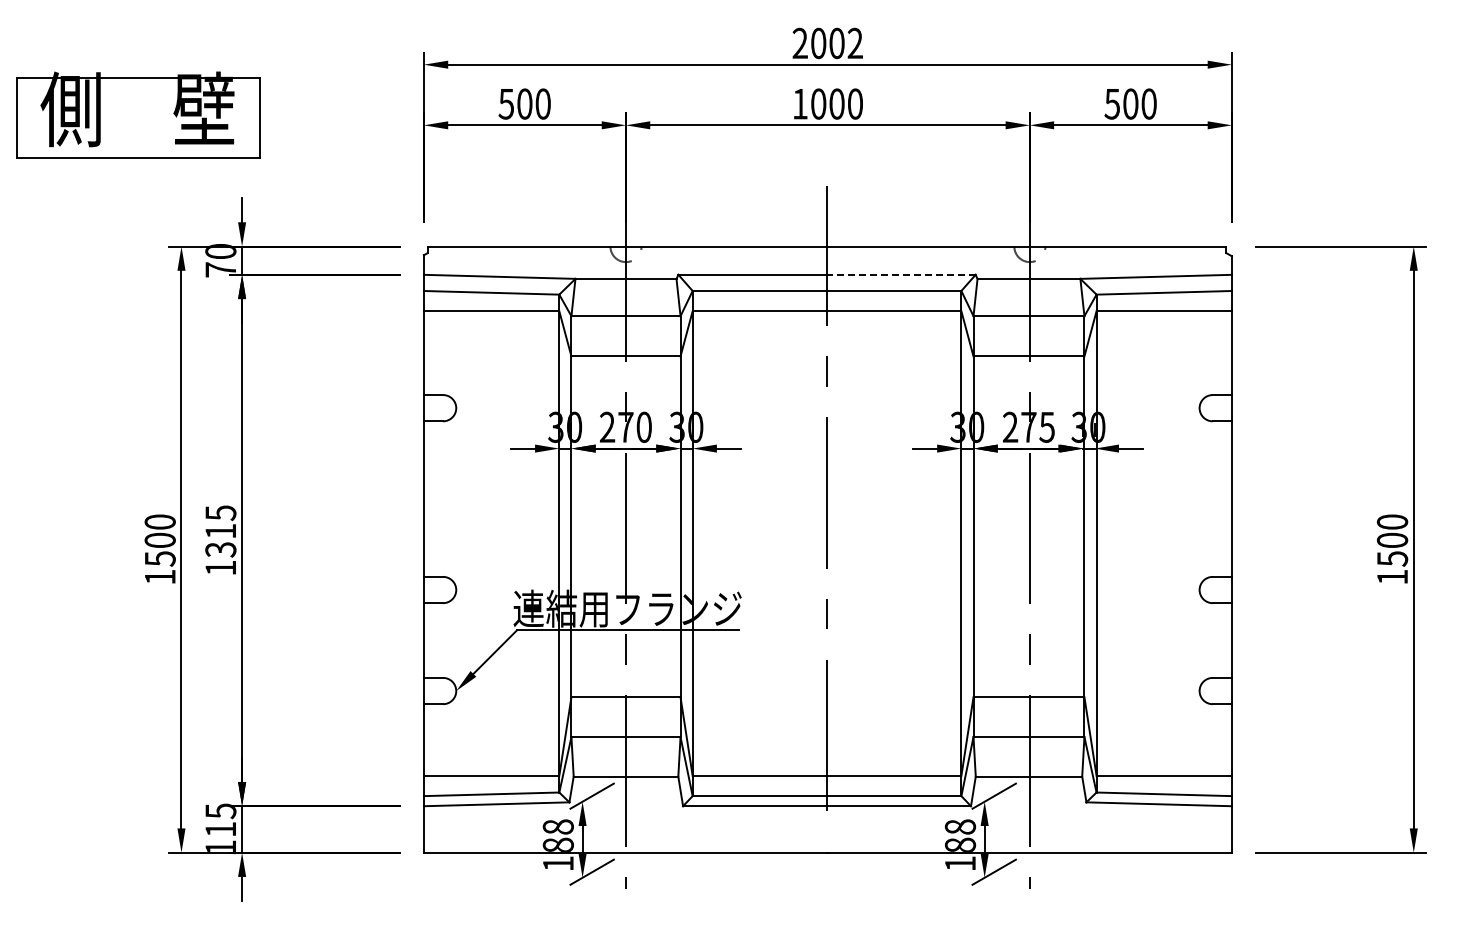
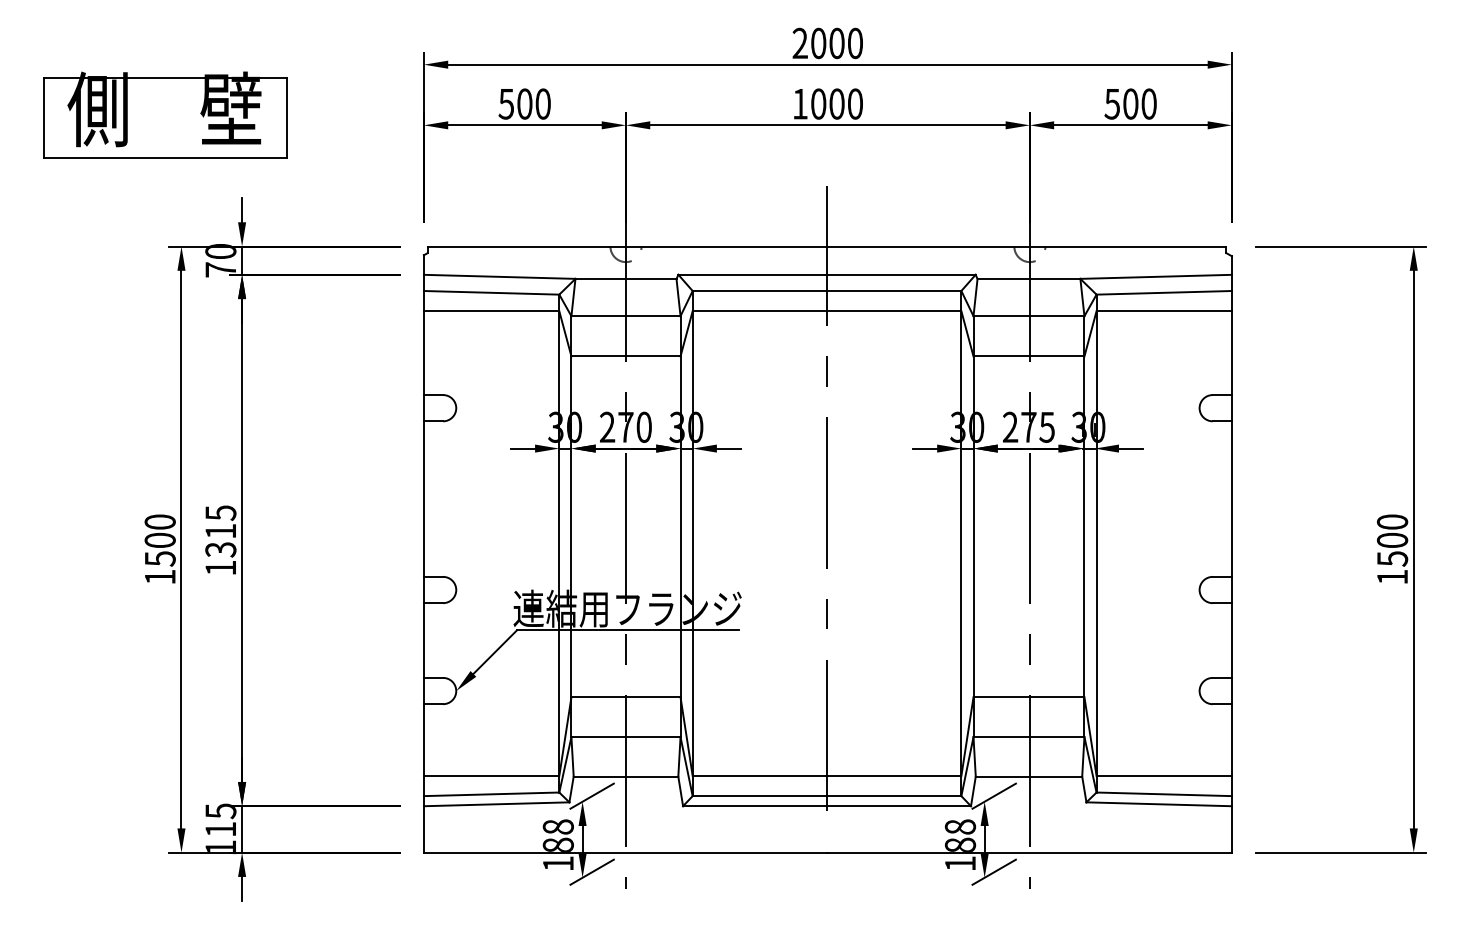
text at (854, 43): 2002 -> 2000
part at (138, 114) position: (138, 114) -> (165, 114)
line at (900, 274): dashed -> solid
